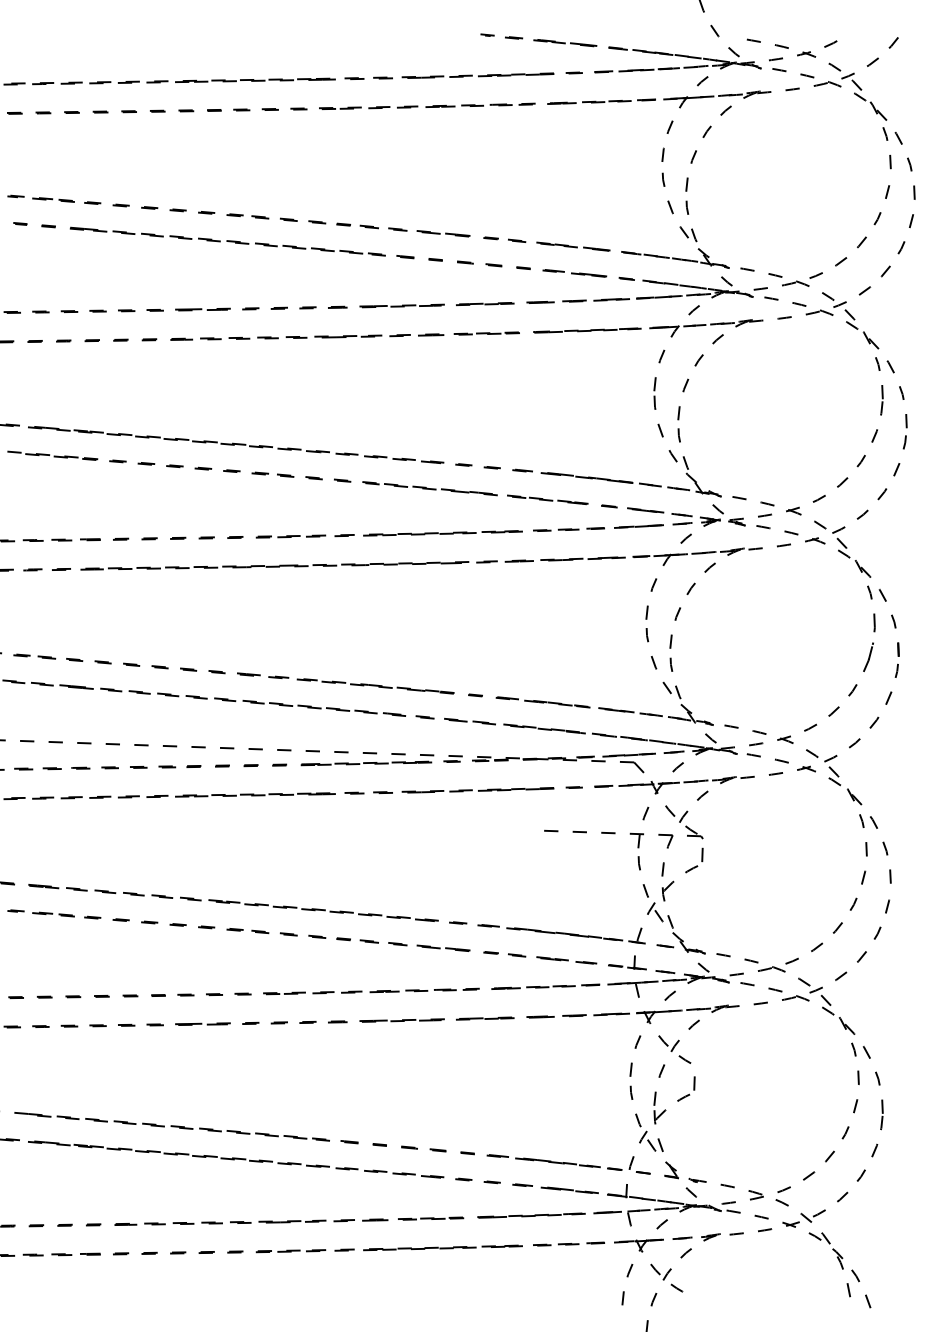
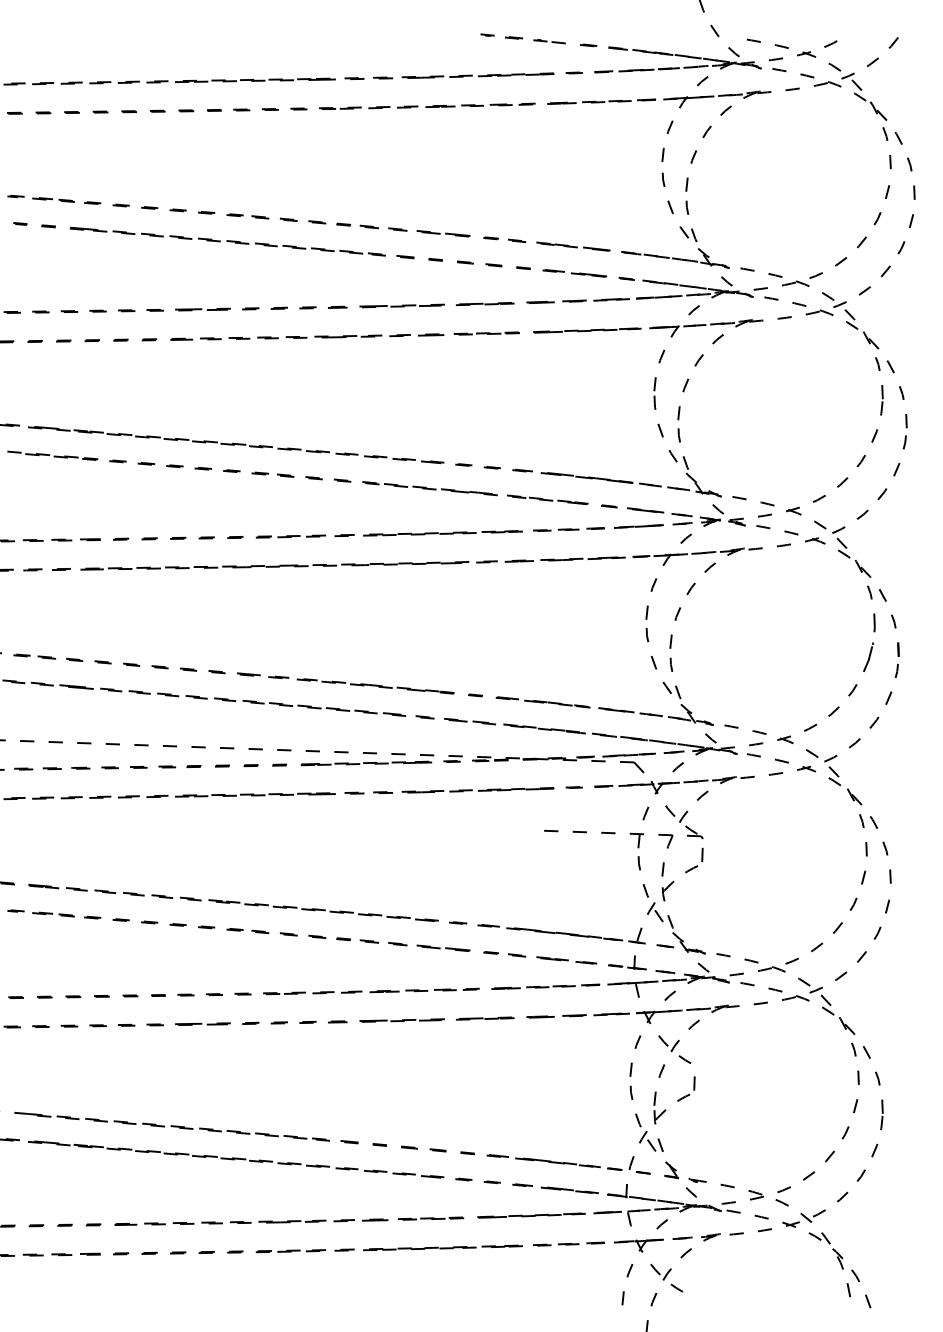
line at (562, 42): present -> none
